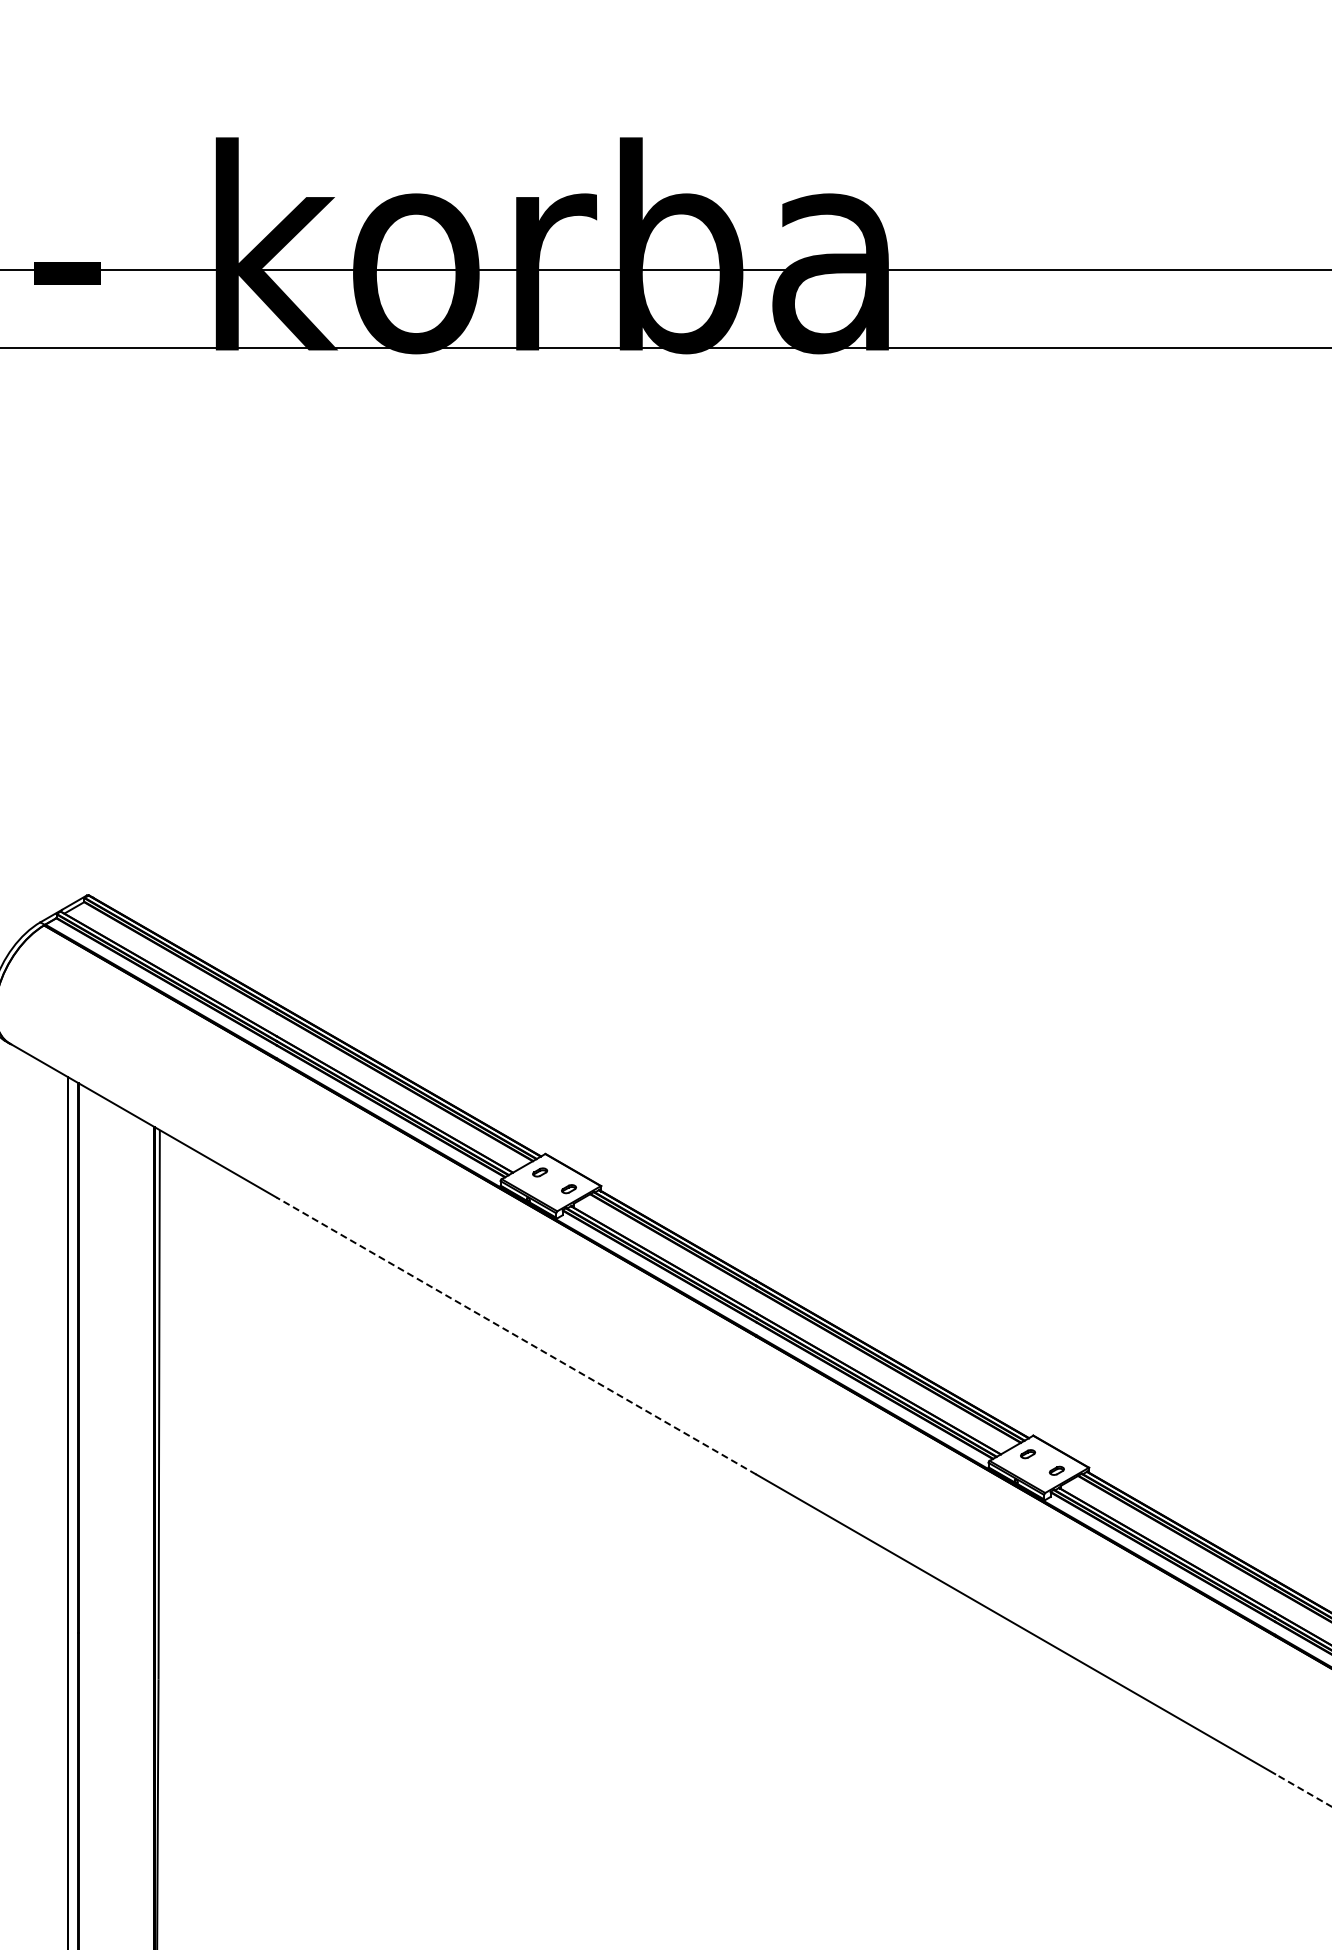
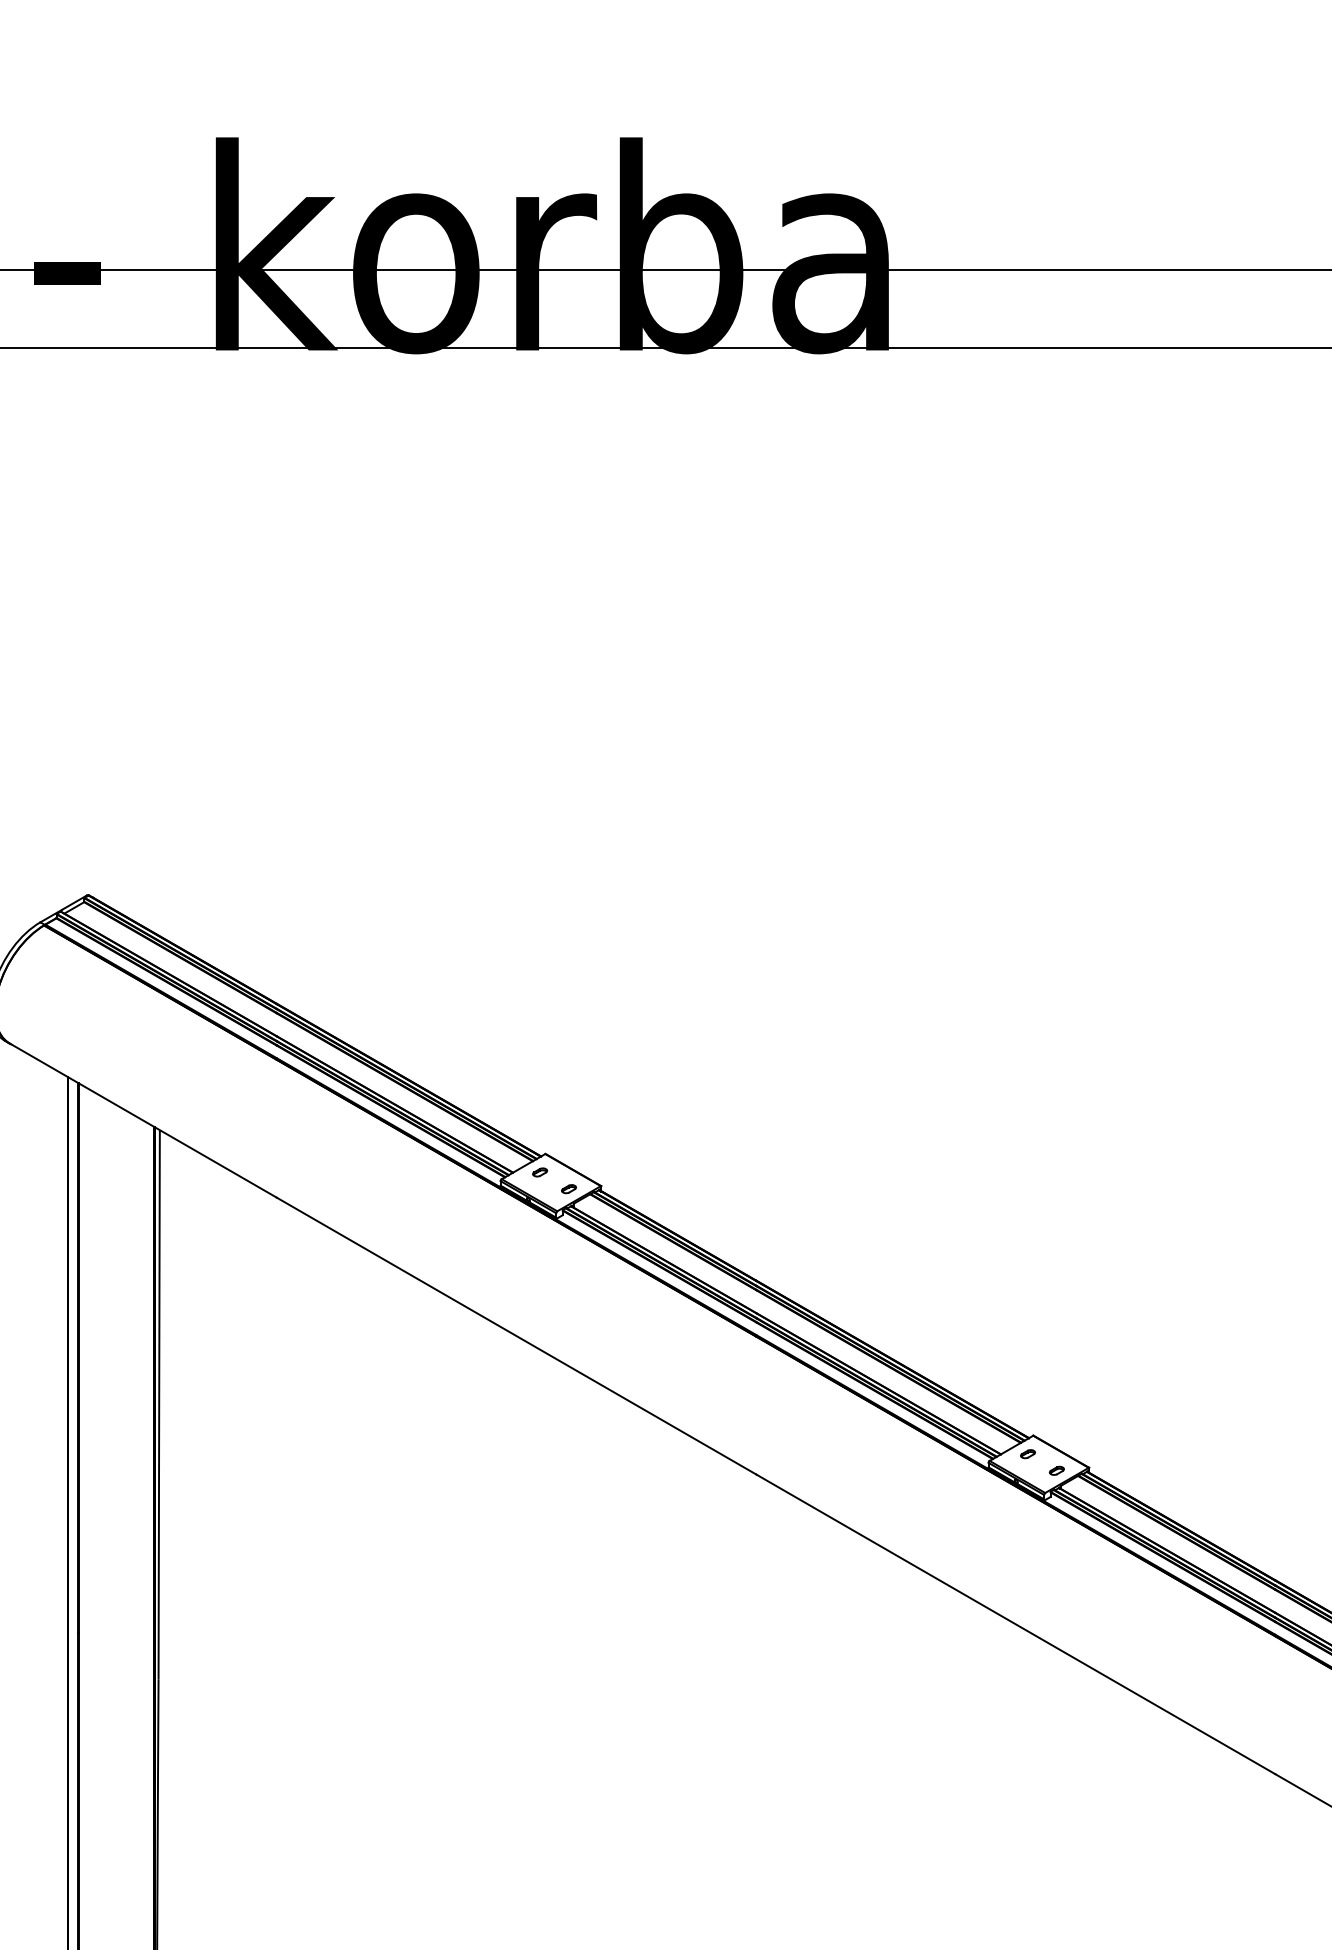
line at (516, 1336): dashed -> solid
line at (1302, 1790): dashed -> solid
